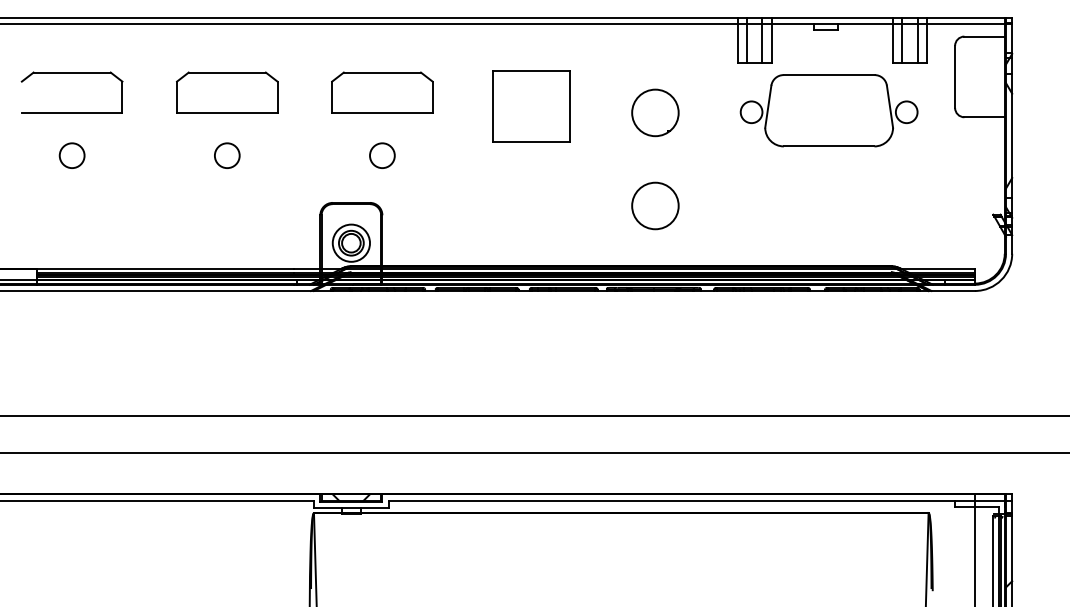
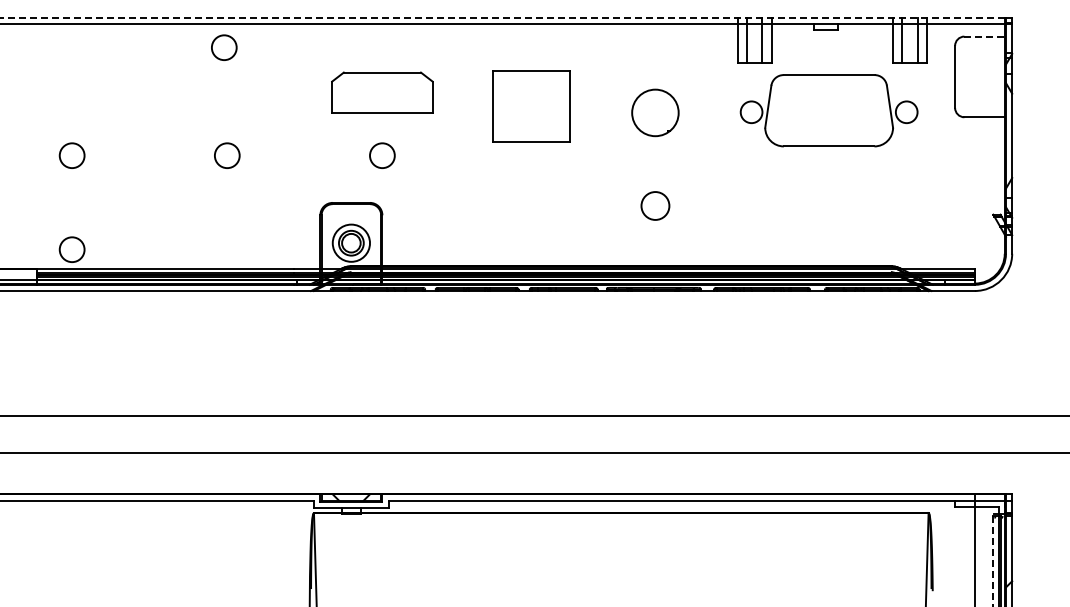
line at (502, 17): solid -> dashed
line at (985, 36): solid -> dashed
circle at (224, 47): none -> present
part at (71, 73): present -> none
part at (227, 92): present -> none
circle at (655, 205) size: 49x50 px -> 31x30 px
circle at (71, 249): none -> present
line at (993, 562): solid -> dashed
